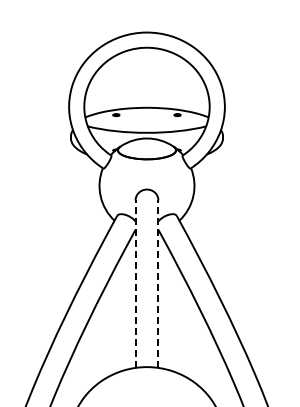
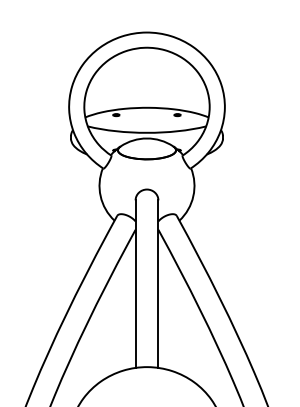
line at (135, 284): dashed -> solid
line at (158, 284): dashed -> solid
